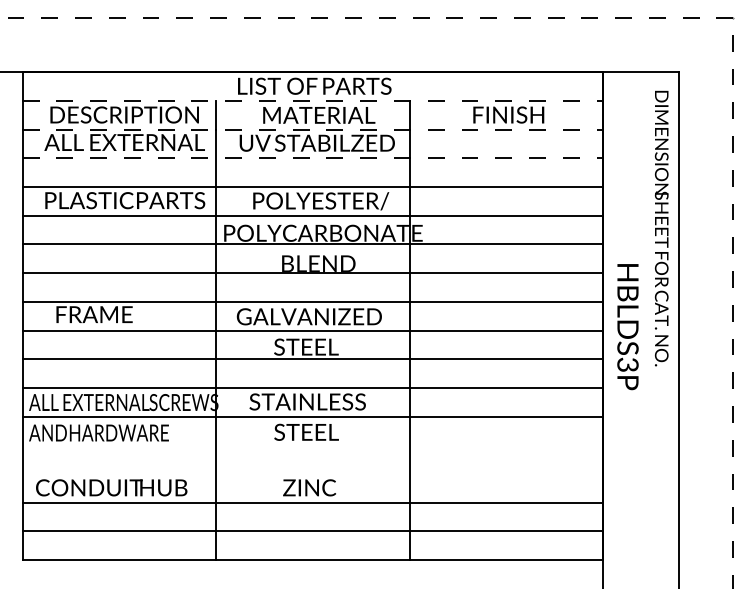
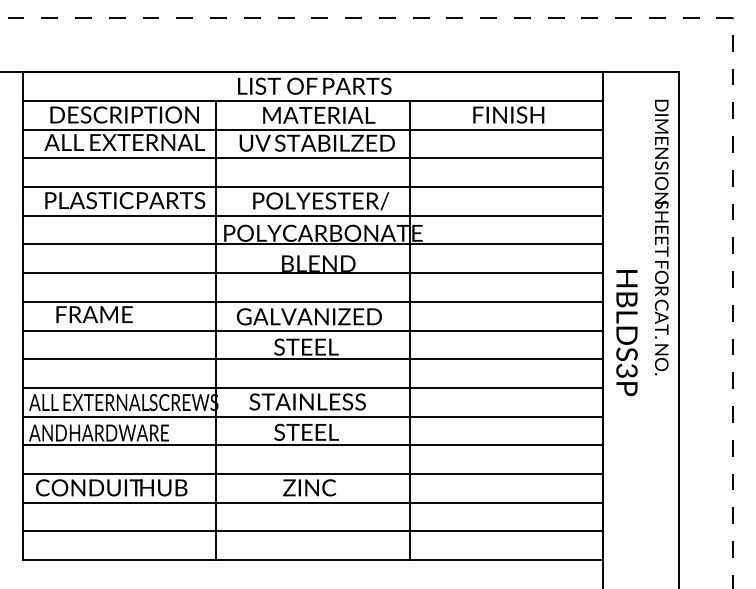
line at (313, 101): dashed -> solid
line at (313, 129): dashed -> solid
line at (313, 158): dashed -> solid
text at (661, 228) position: (661, 228) -> (661, 237)
text at (627, 327) position: (627, 327) -> (626, 333)
line at (312, 445): none -> present
line at (312, 474): none -> present
